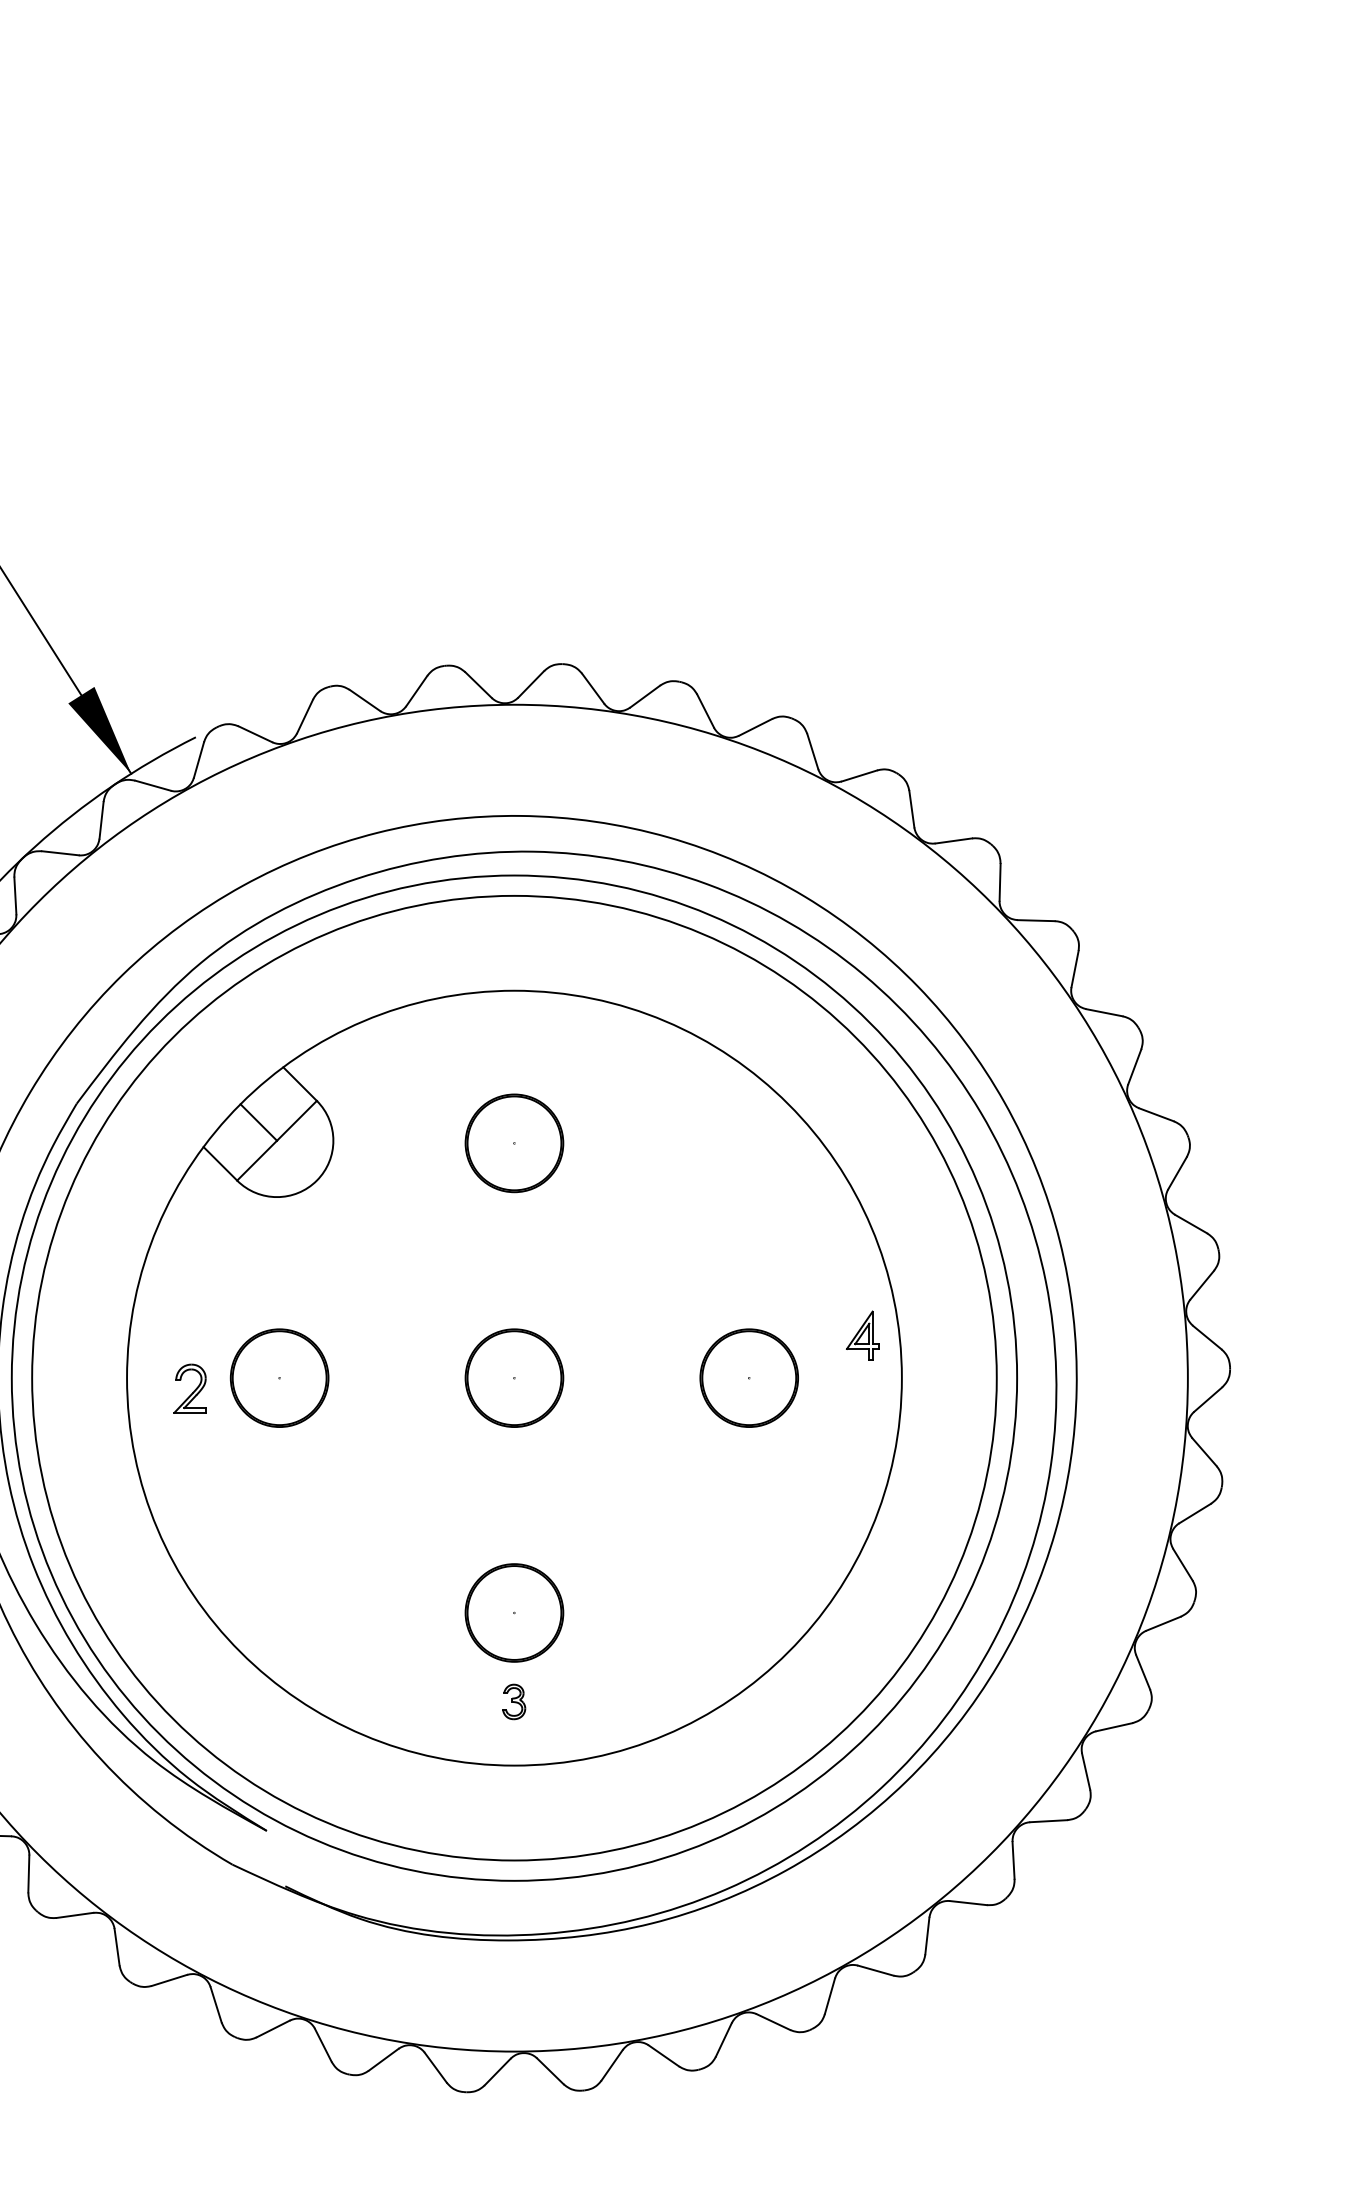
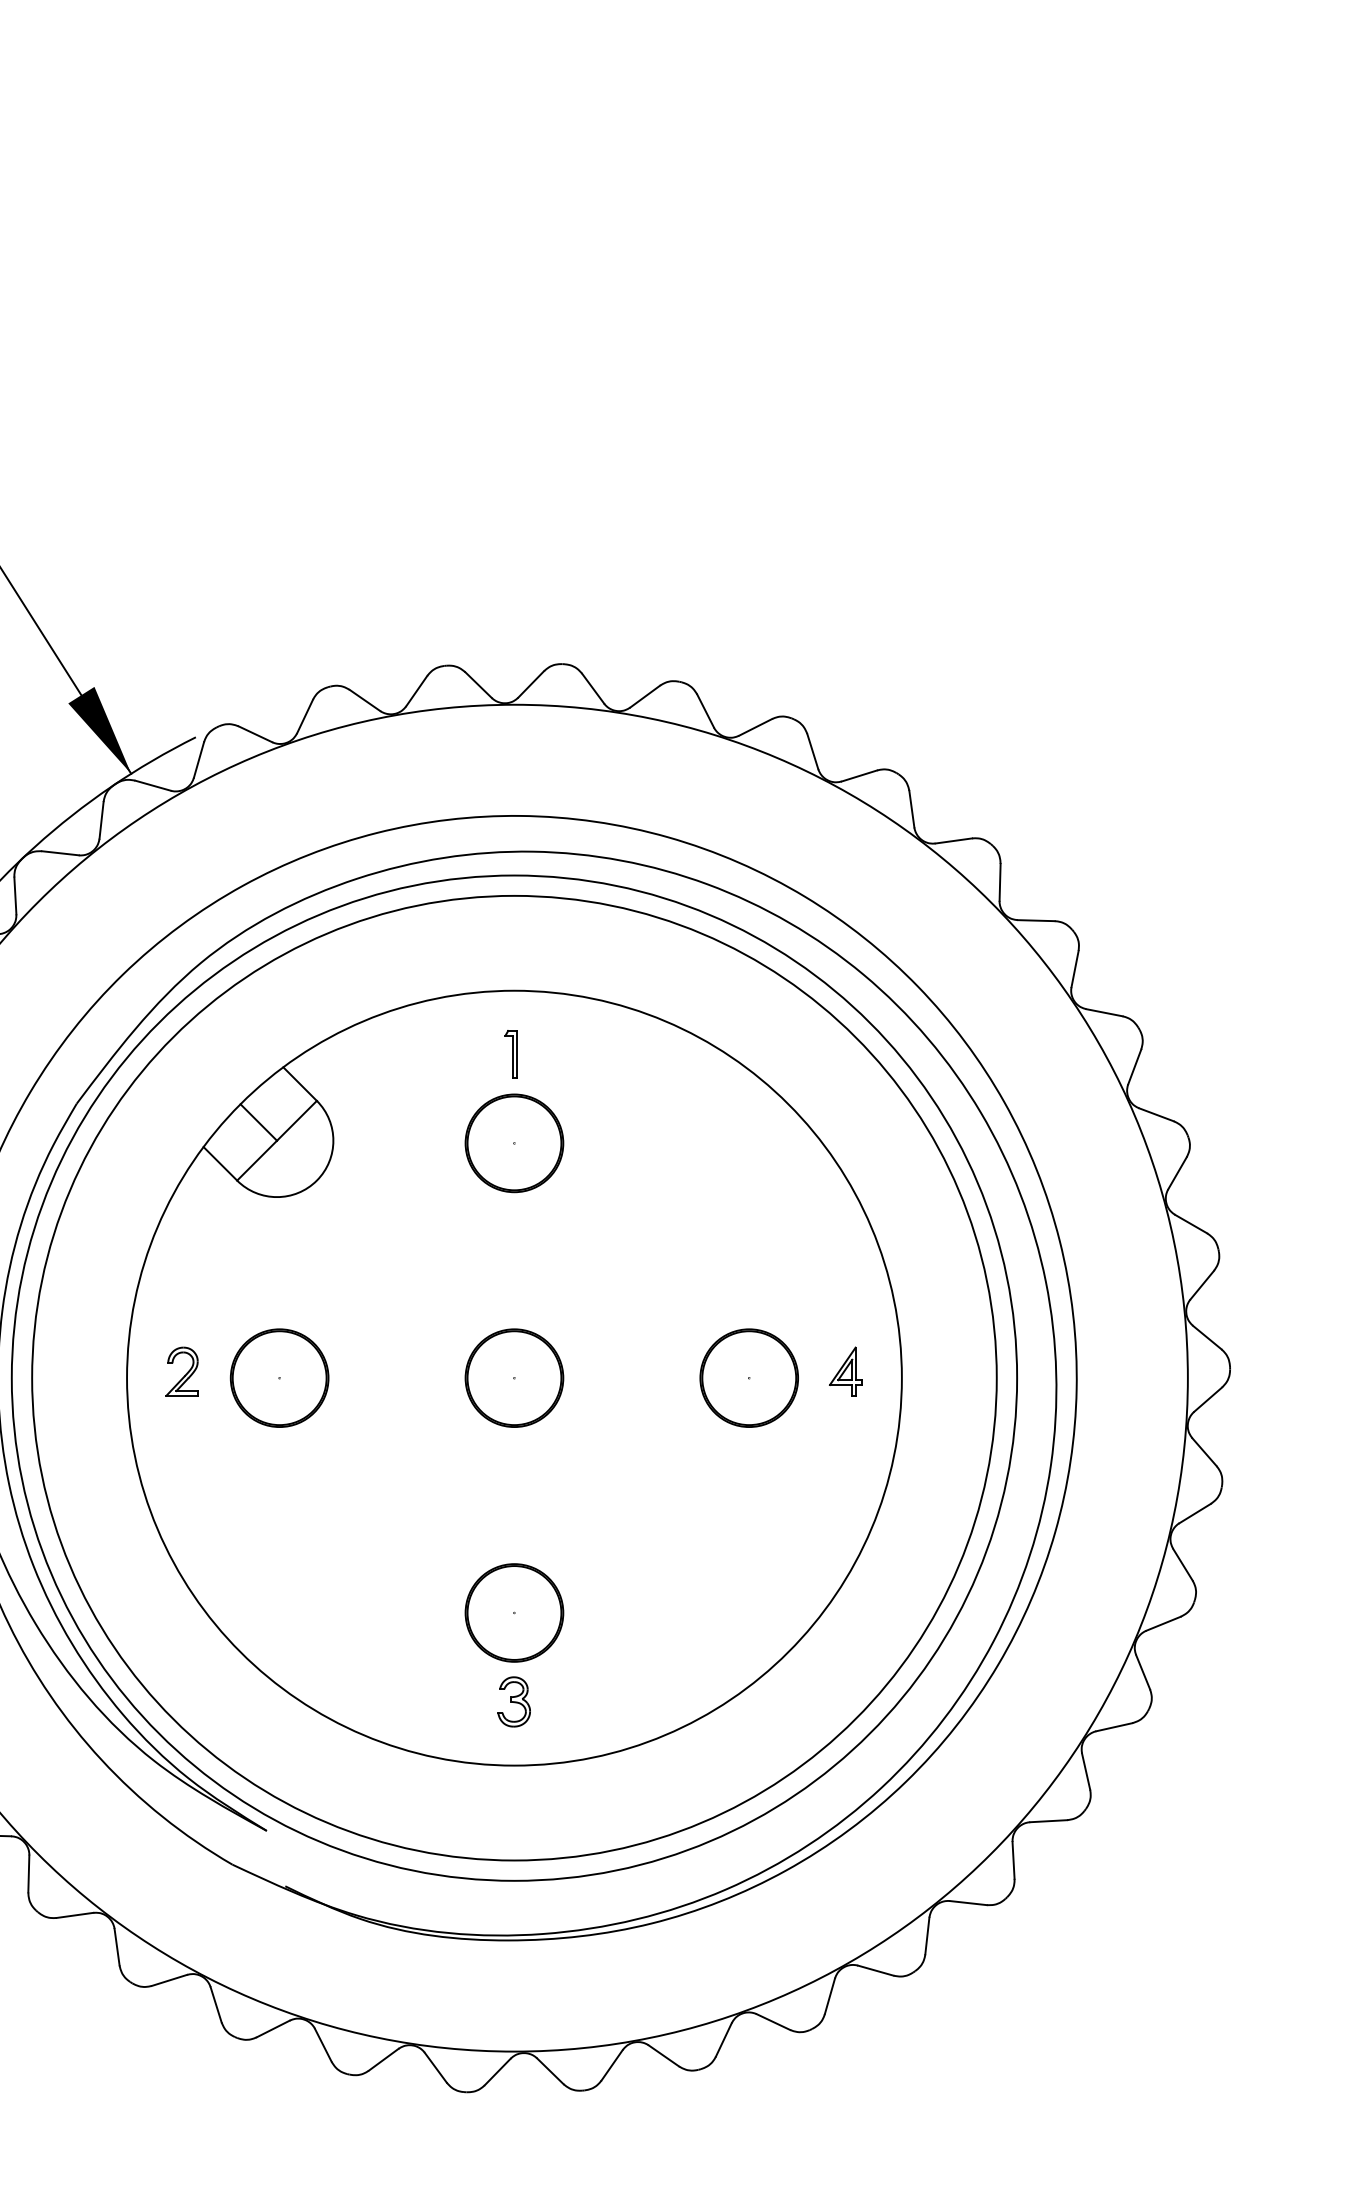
part at (510, 1054): none -> present
part at (862, 1335) position: (862, 1335) -> (845, 1371)
part at (189, 1388) position: (189, 1388) -> (181, 1371)
part at (514, 1701) size: 25x38 px -> 34x52 px
